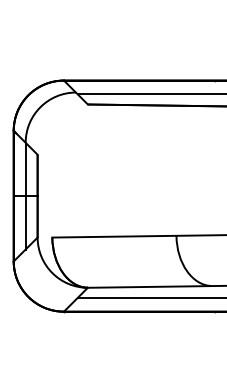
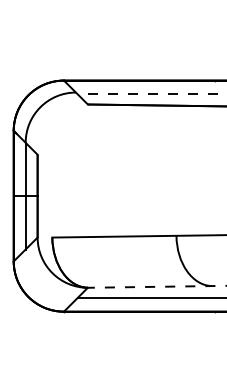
line at (151, 94): solid -> dashed
line at (156, 286): solid -> dashed
